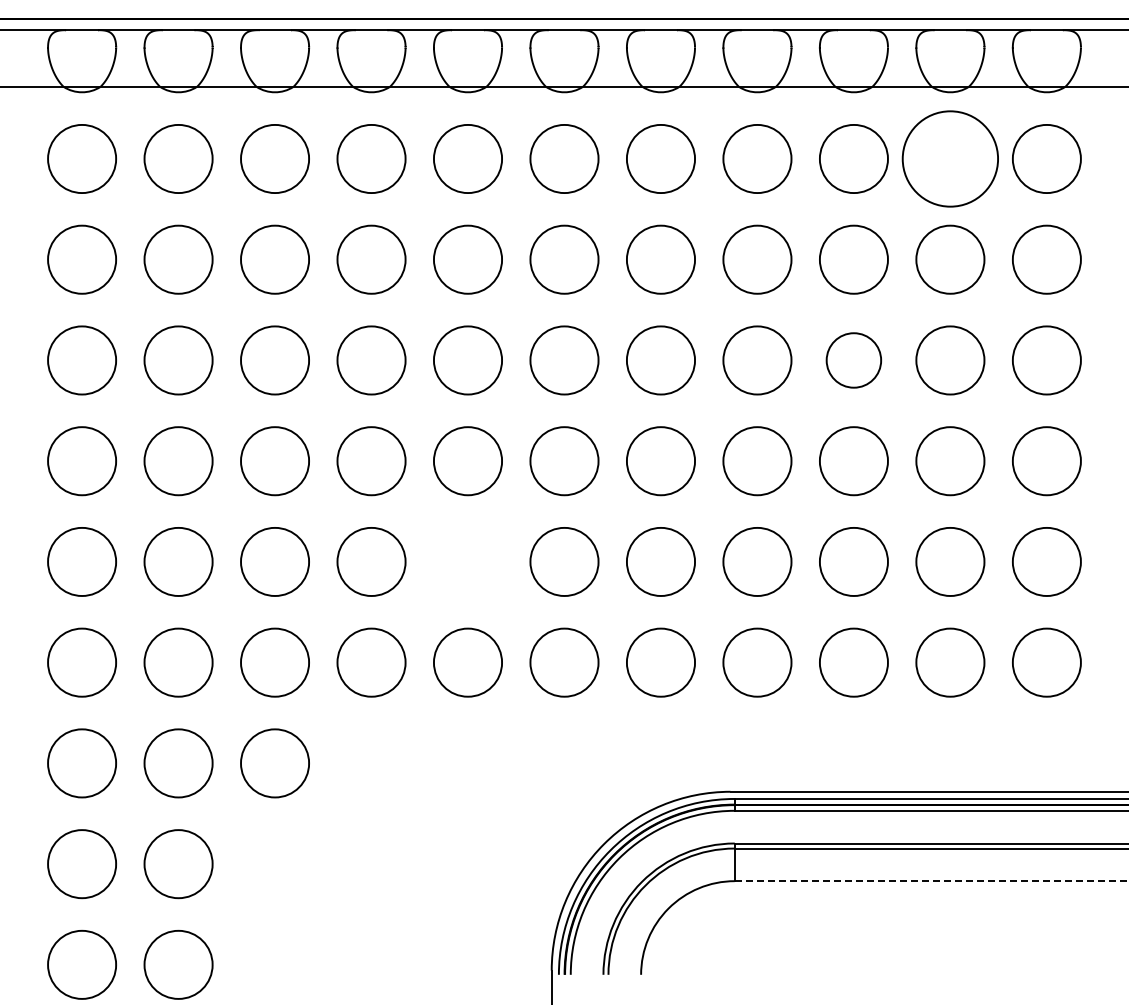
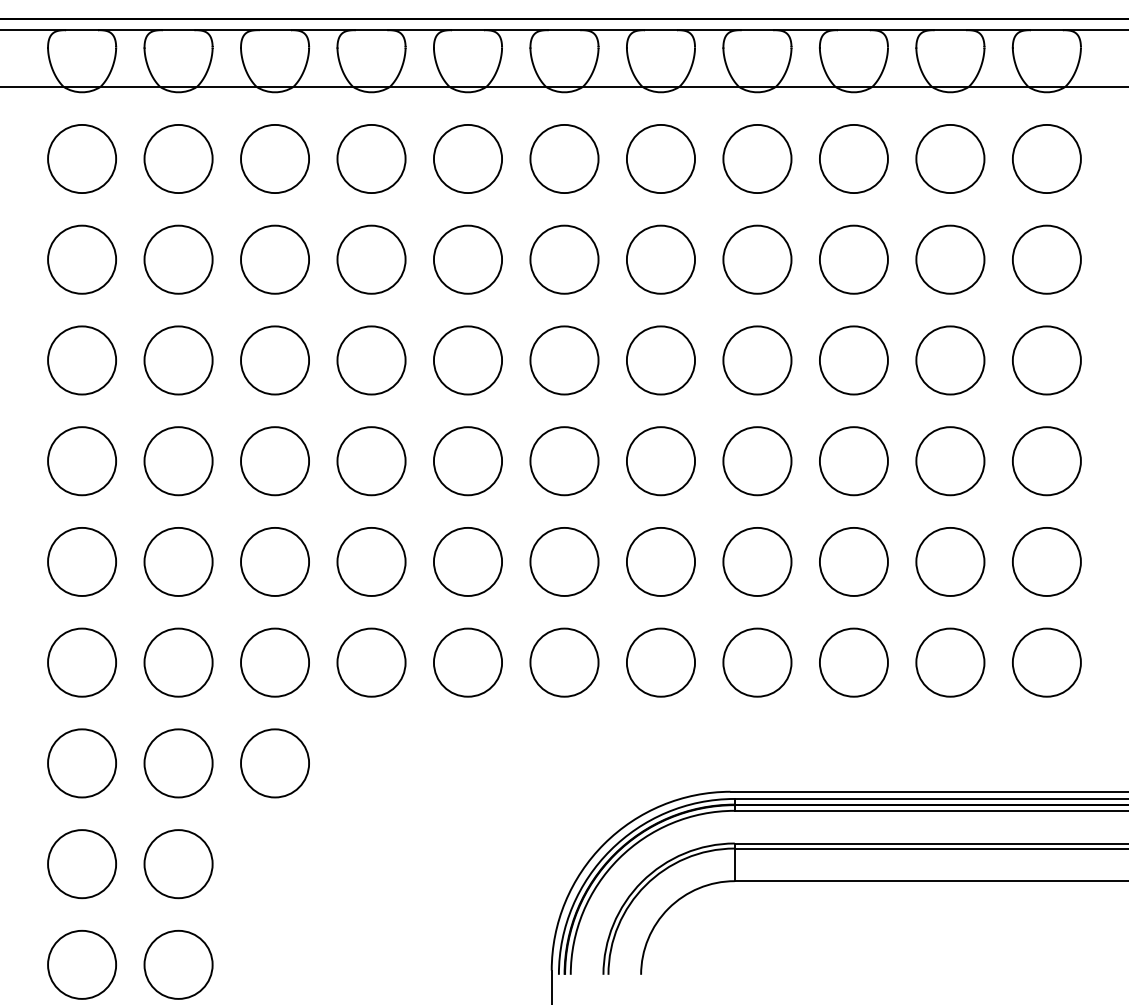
circle at (950, 158) diameter: 95 px -> 68 px
circle at (853, 360) diameter: 54 px -> 68 px
circle at (467, 561): none -> present
line at (931, 881): dashed -> solid
